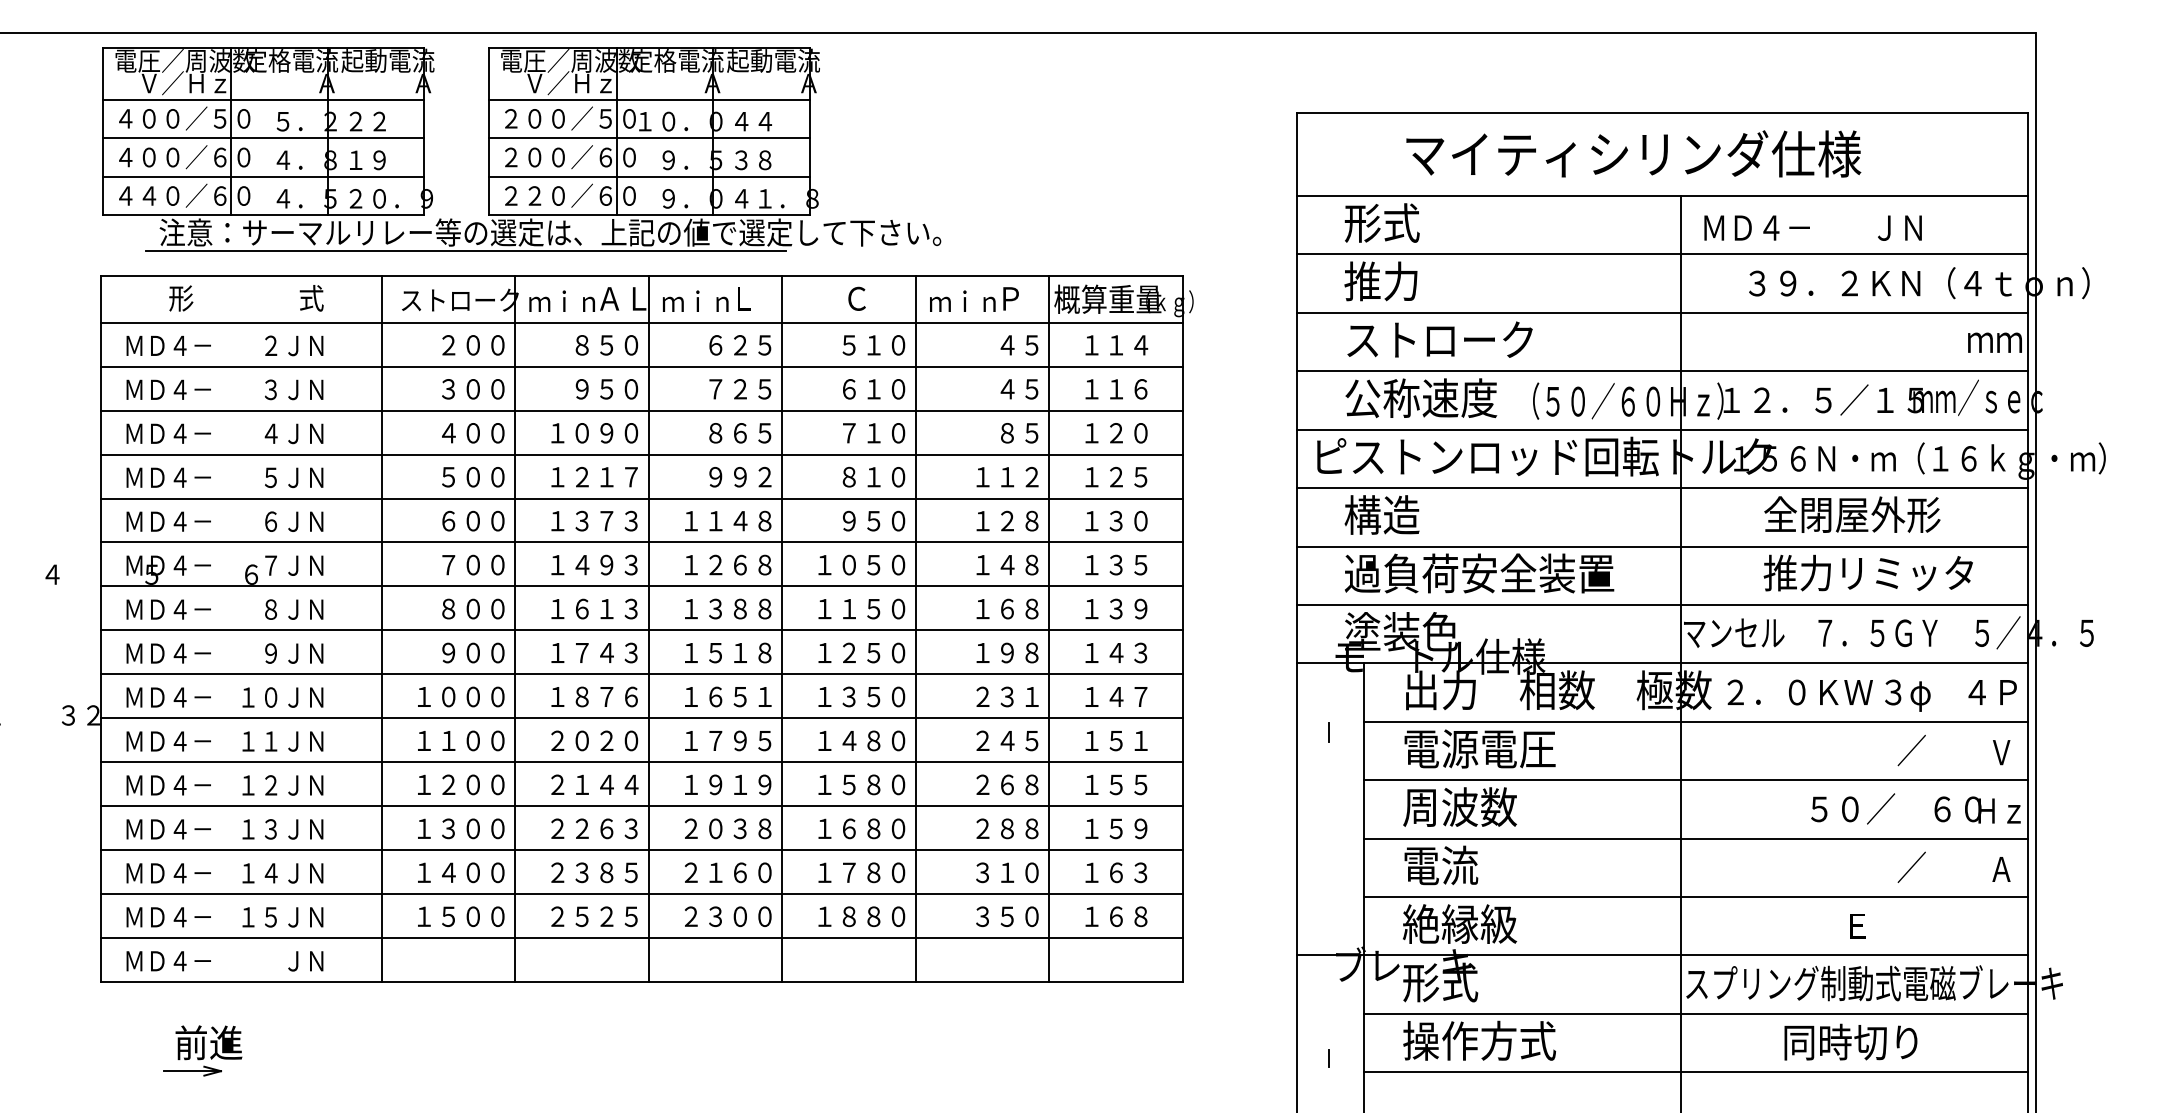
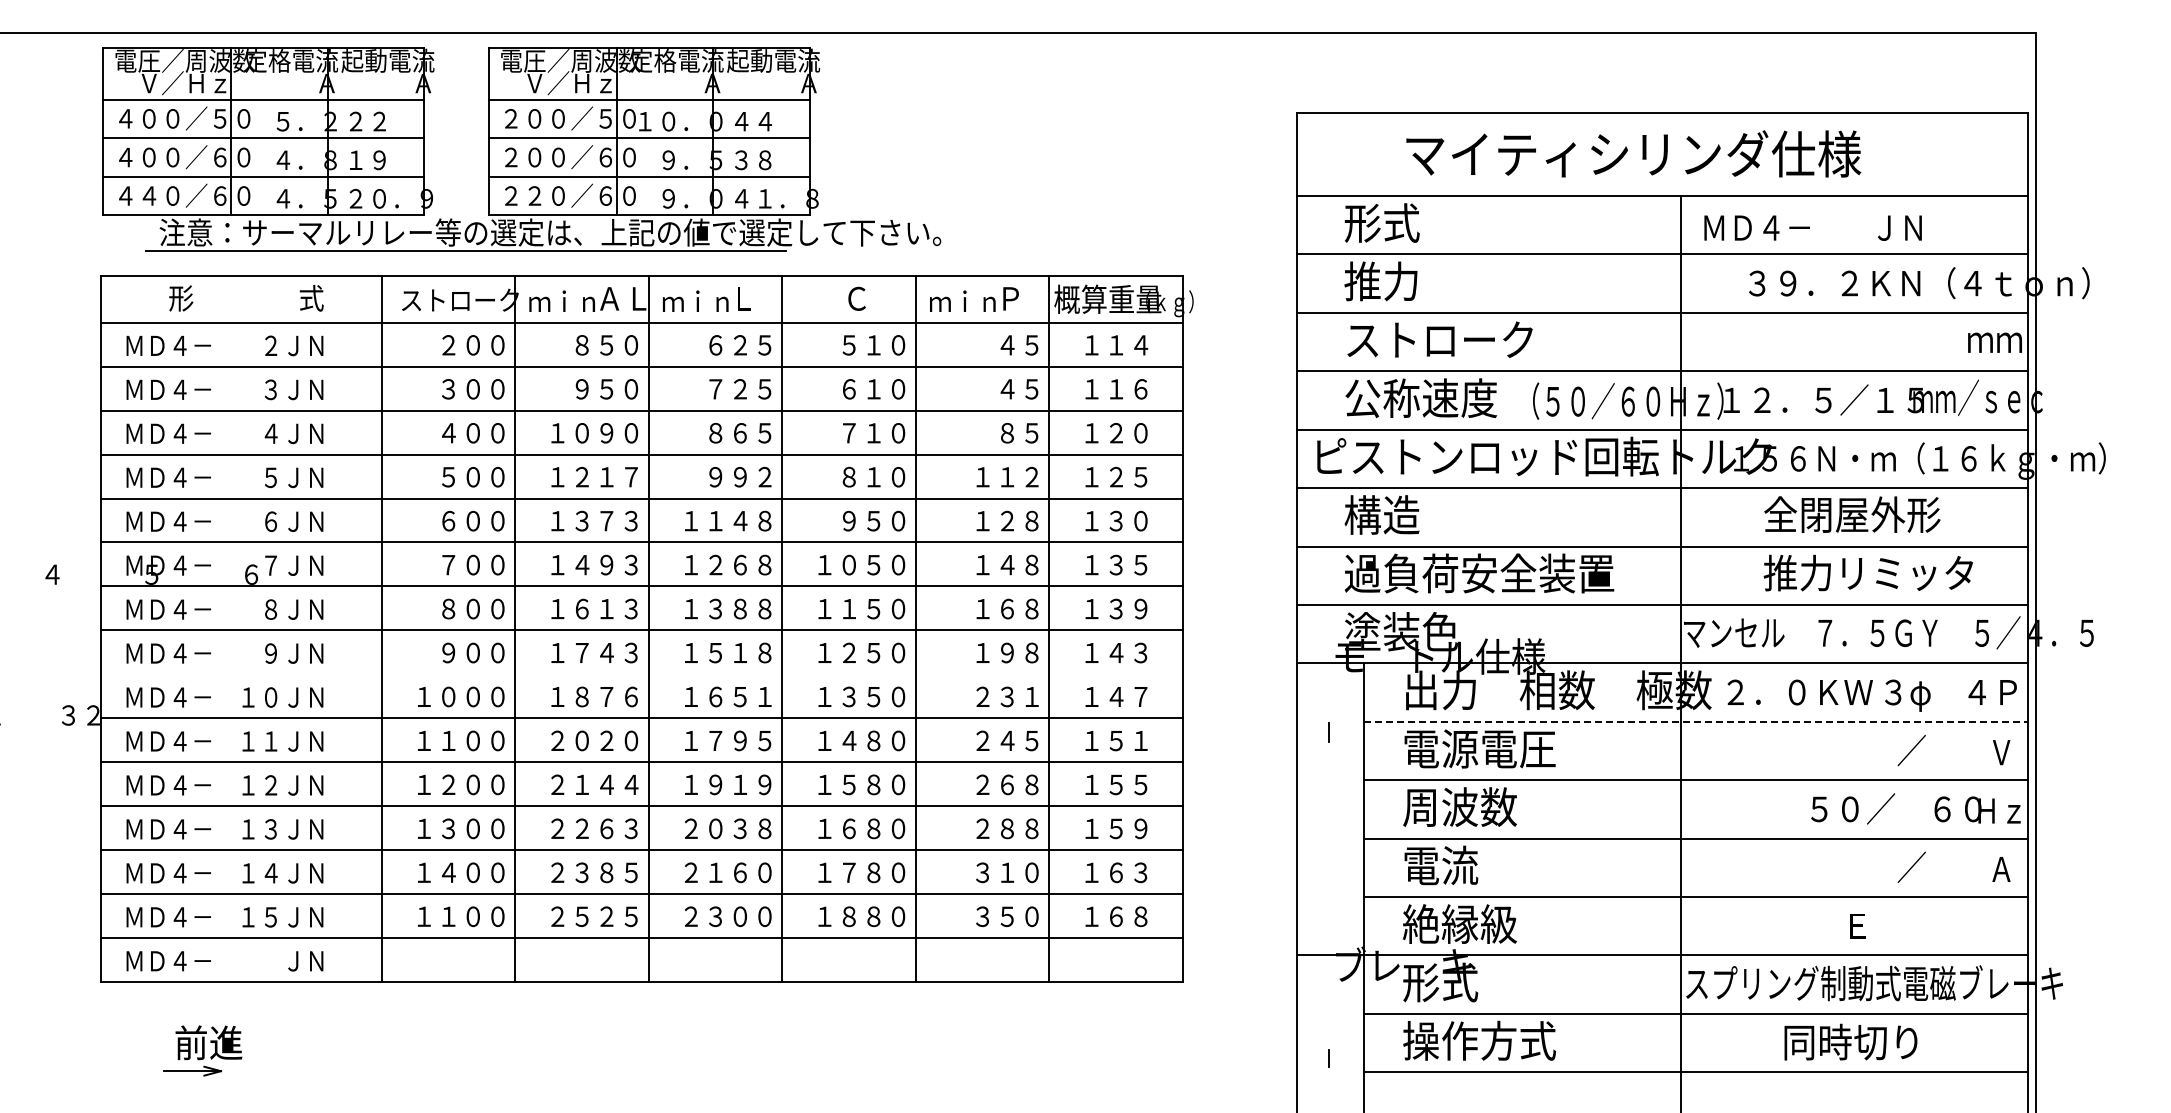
line at (642, 674): present -> none
line at (1695, 721): solid -> dashed
text at (448, 916): １５００ -> １１００
